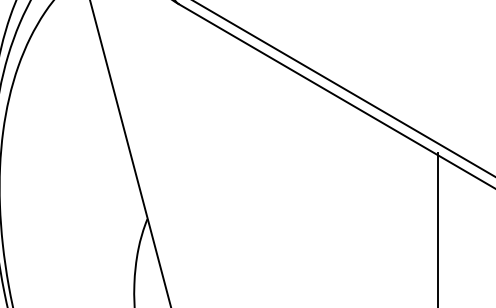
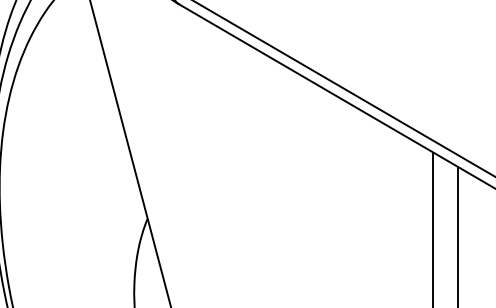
line at (438, 228) position: (438, 228) -> (433, 228)
line at (458, 235): none -> present
